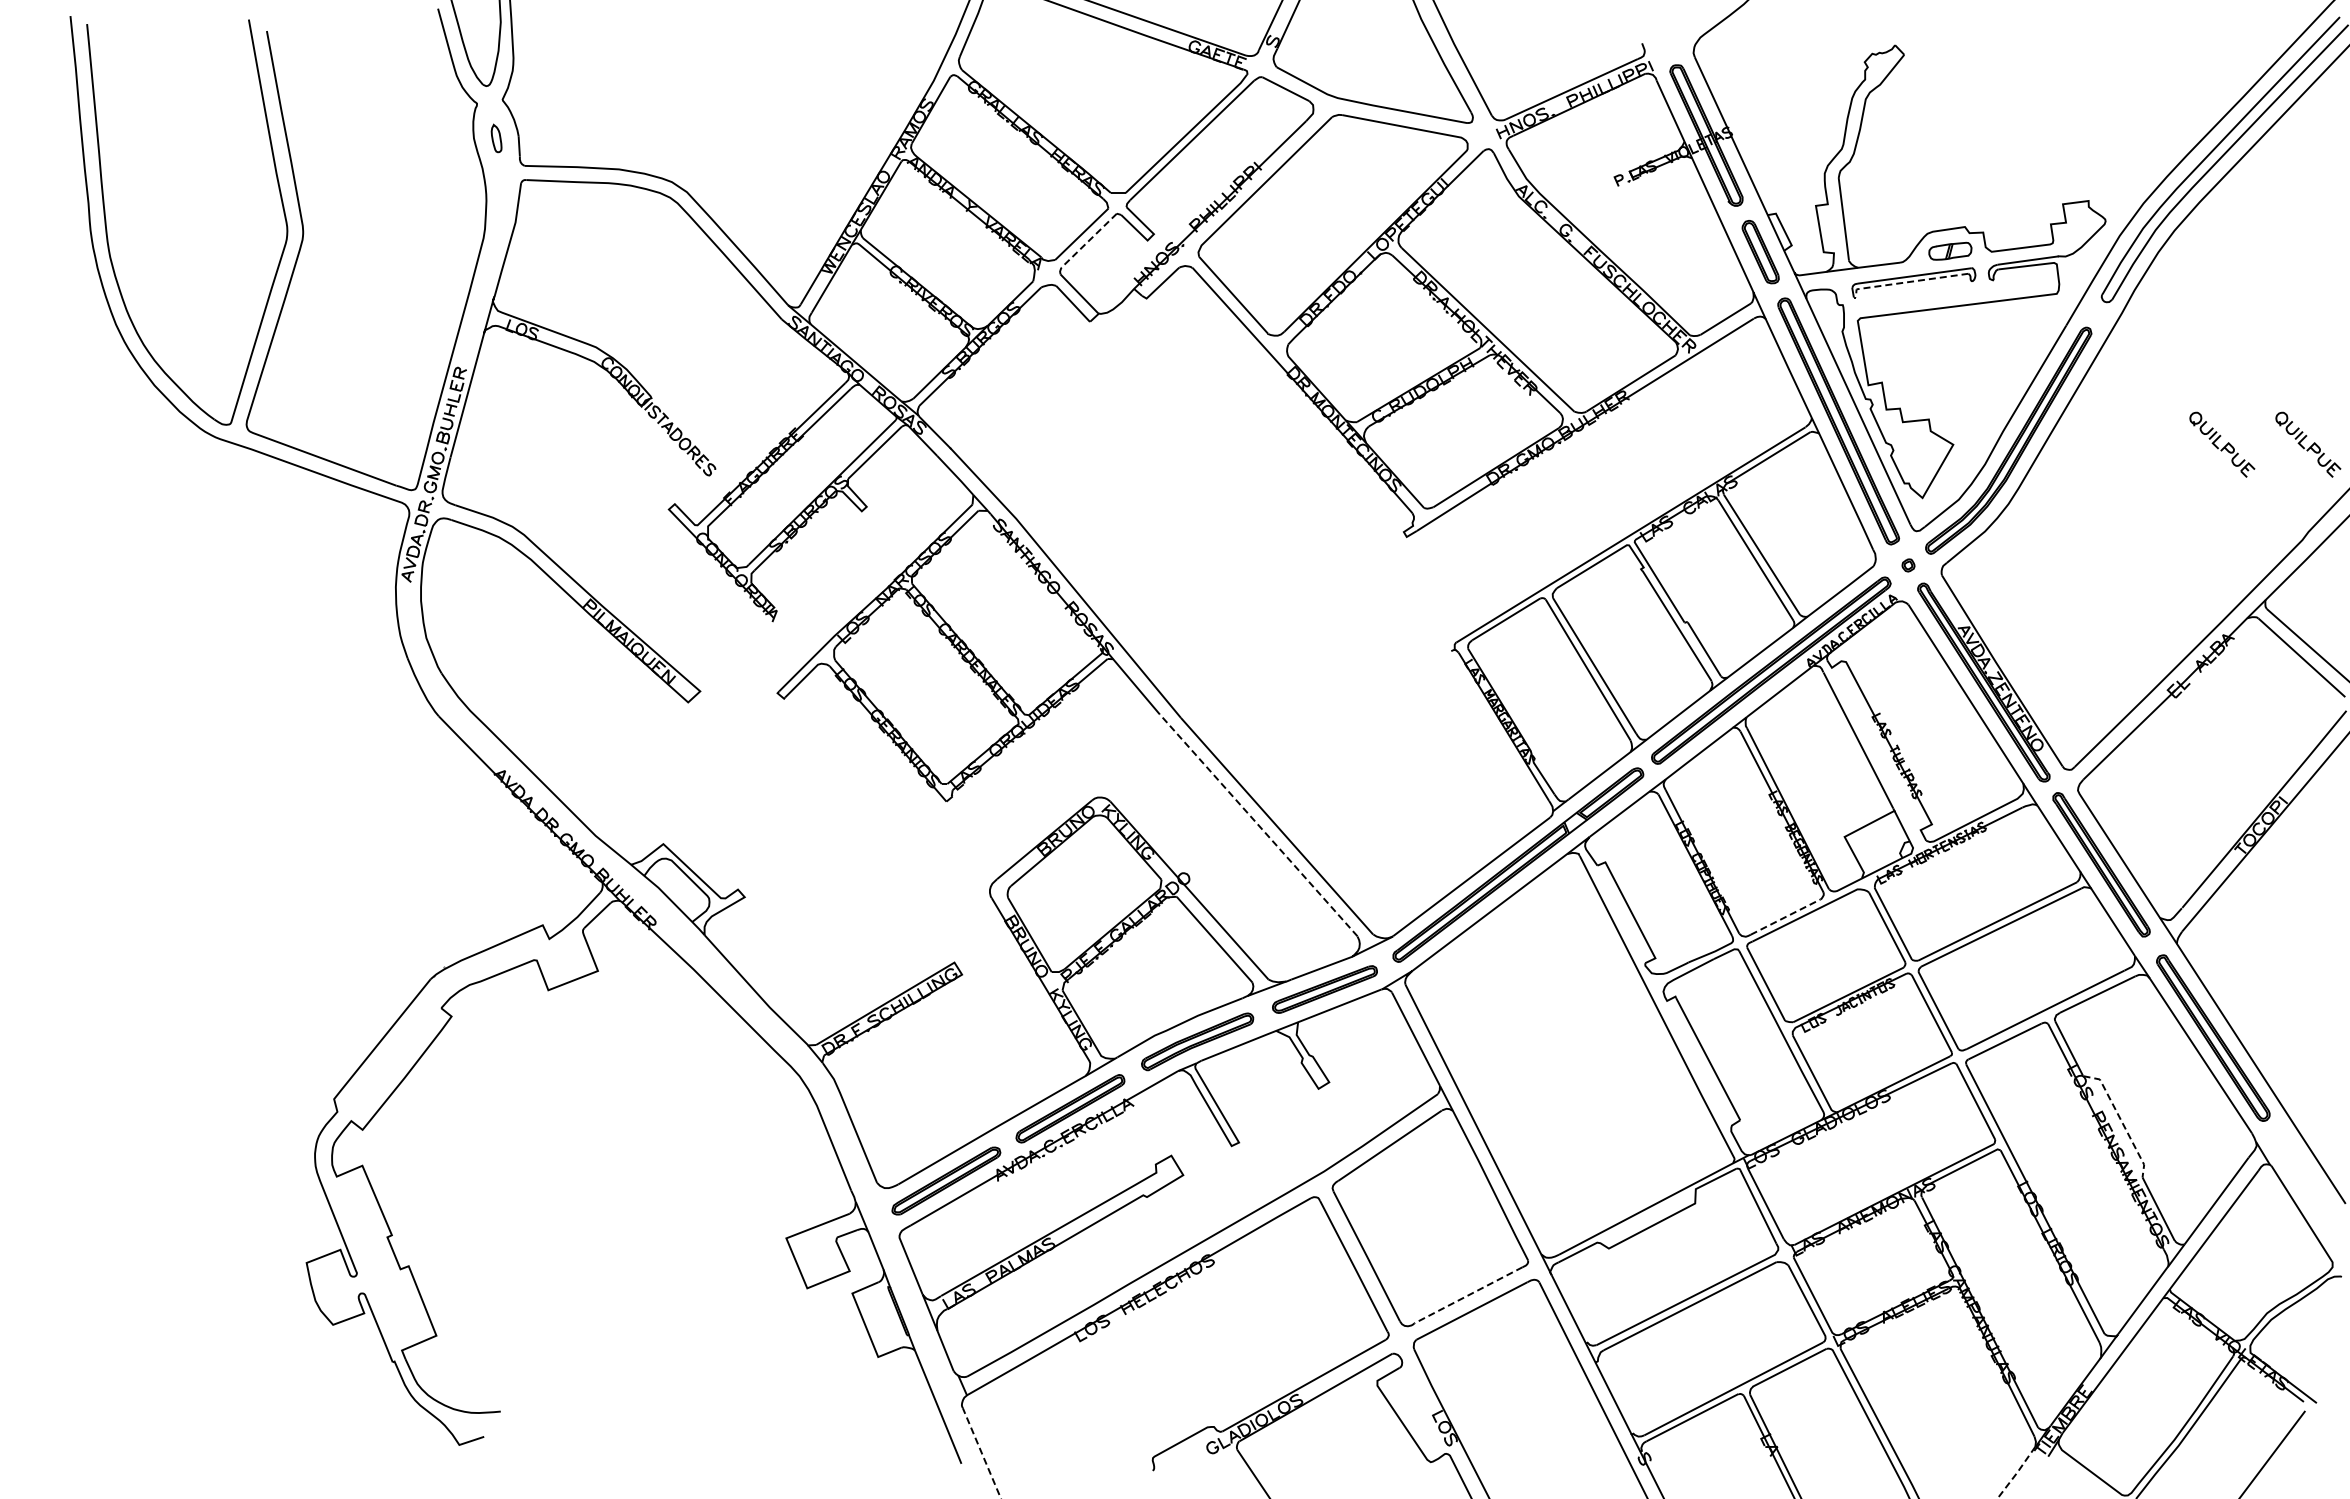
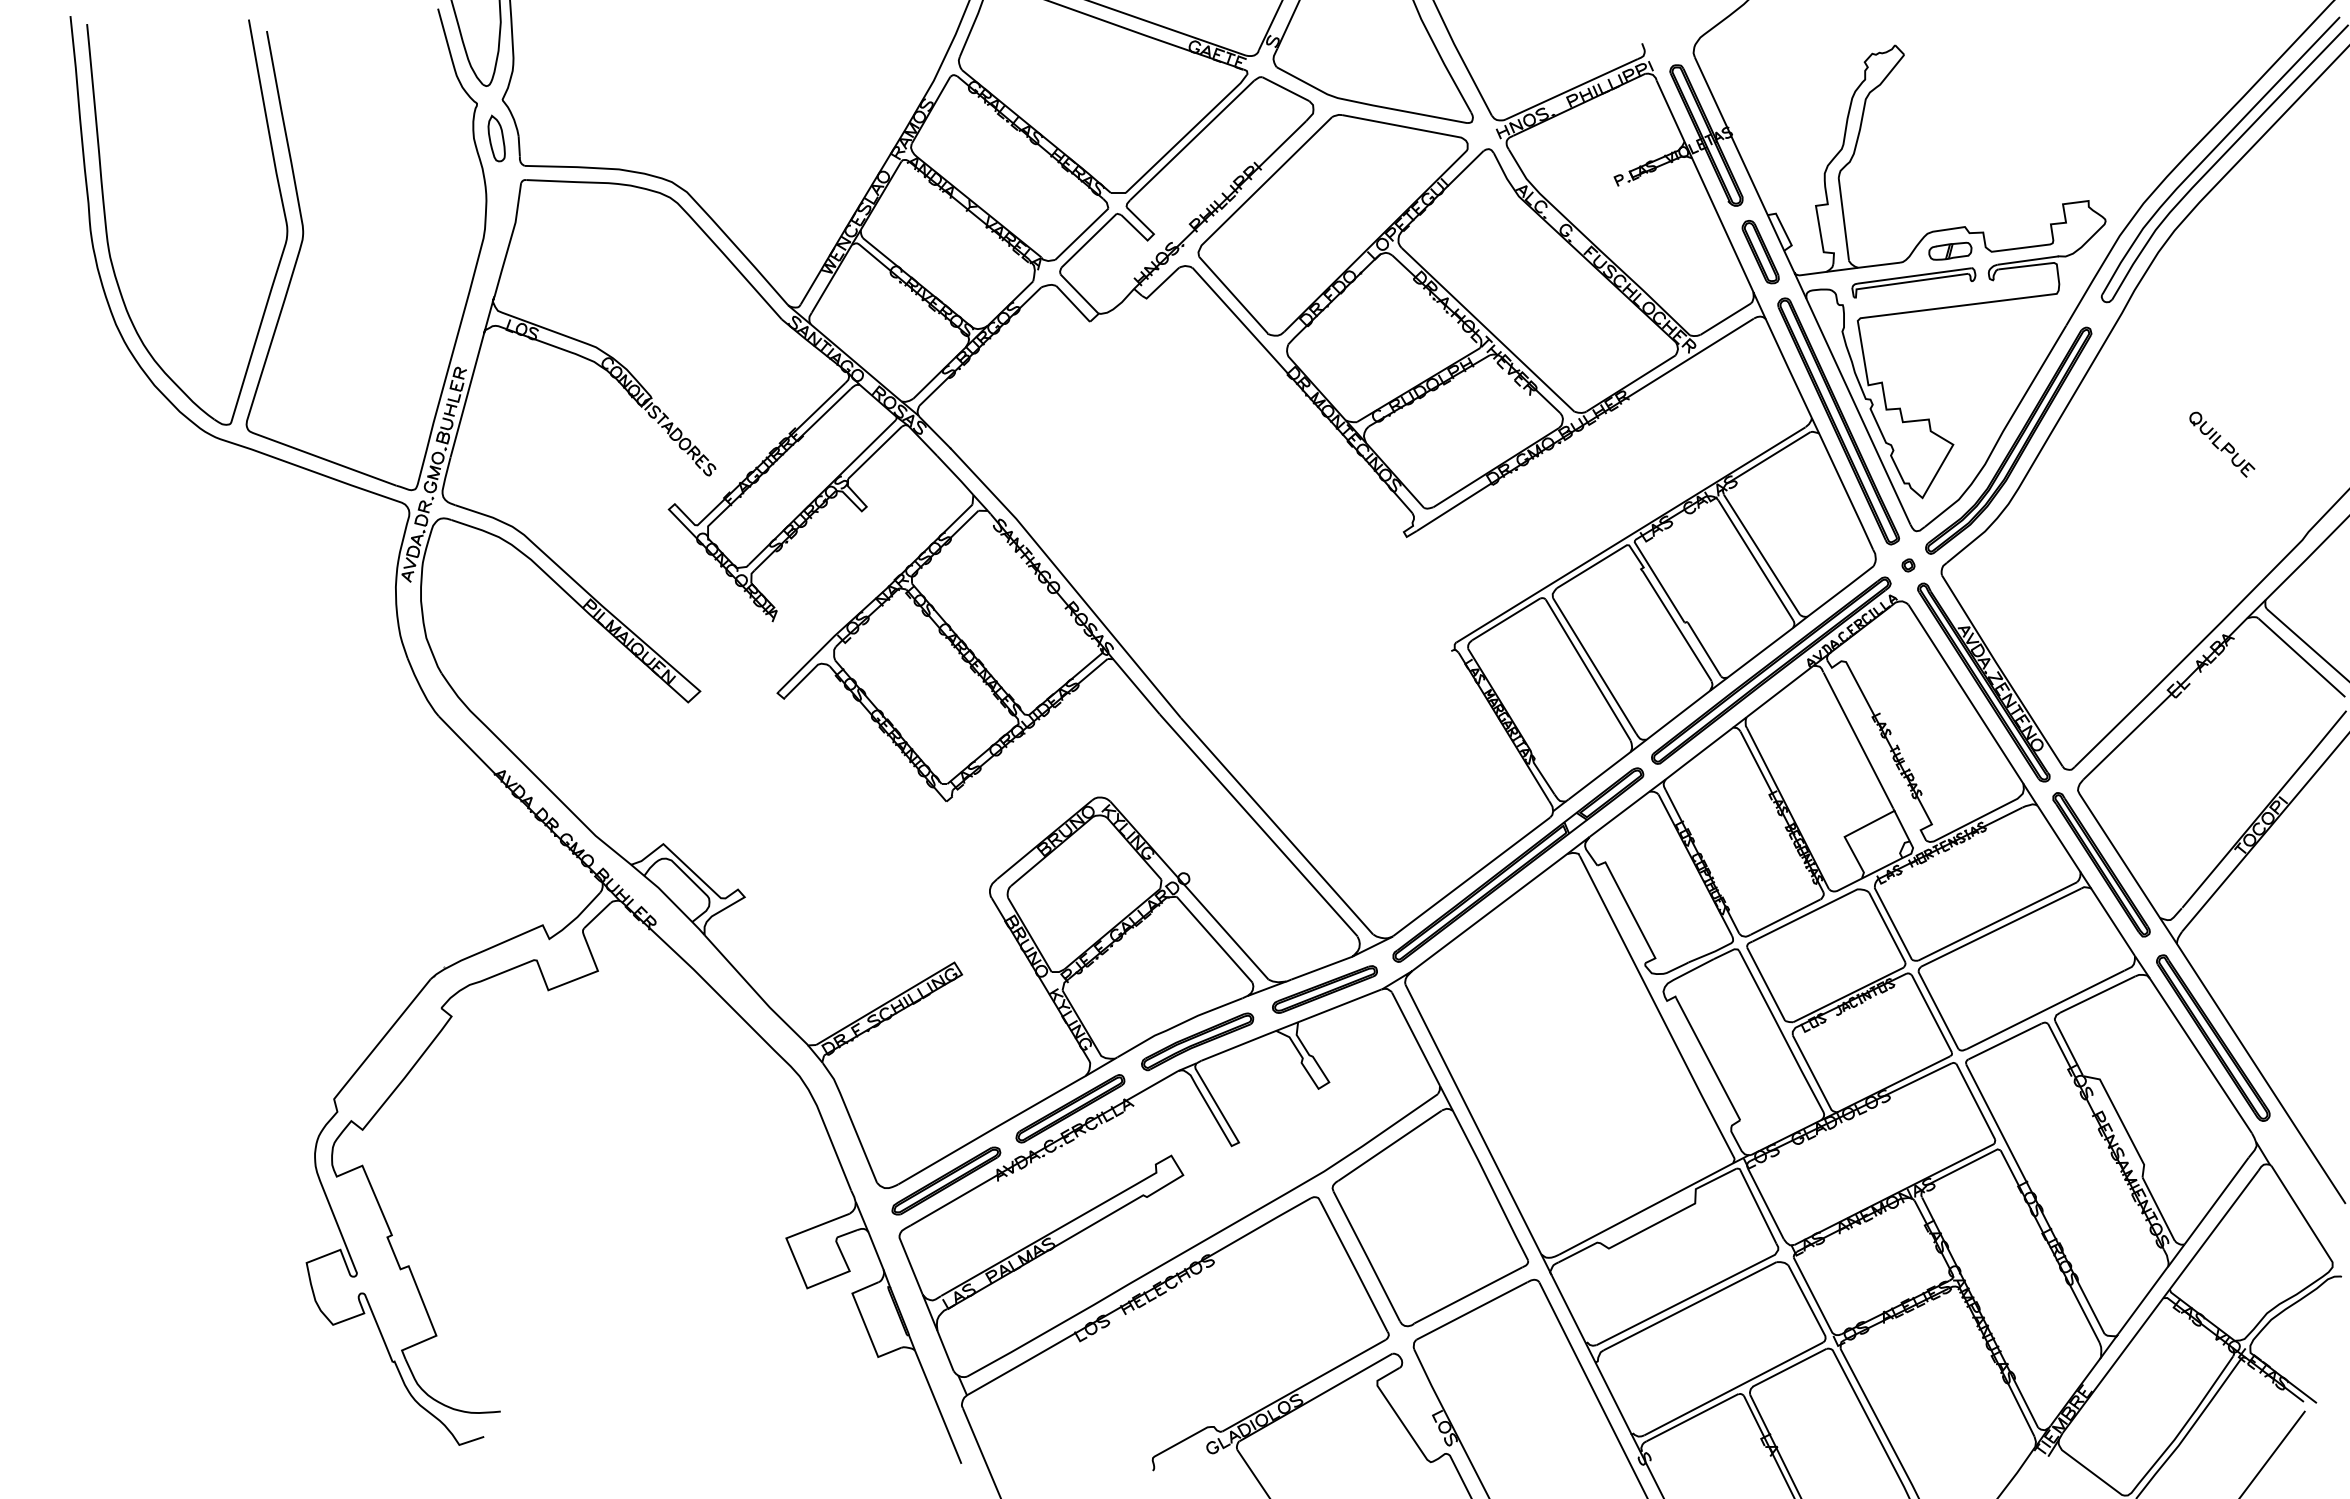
part at (496, 138) size: 13x31 px -> 19x49 px
line at (1089, 240): dashed -> solid
line at (1905, 282): dashed -> solid
part at (2308, 444): present -> none
line at (1258, 825): dashed -> solid
line at (1786, 916): dashed -> solid
line at (2121, 1120): dashed -> solid
line at (1468, 1295): dashed -> solid
line at (981, 1453): dashed -> solid
line at (2017, 1472): dashed -> solid
